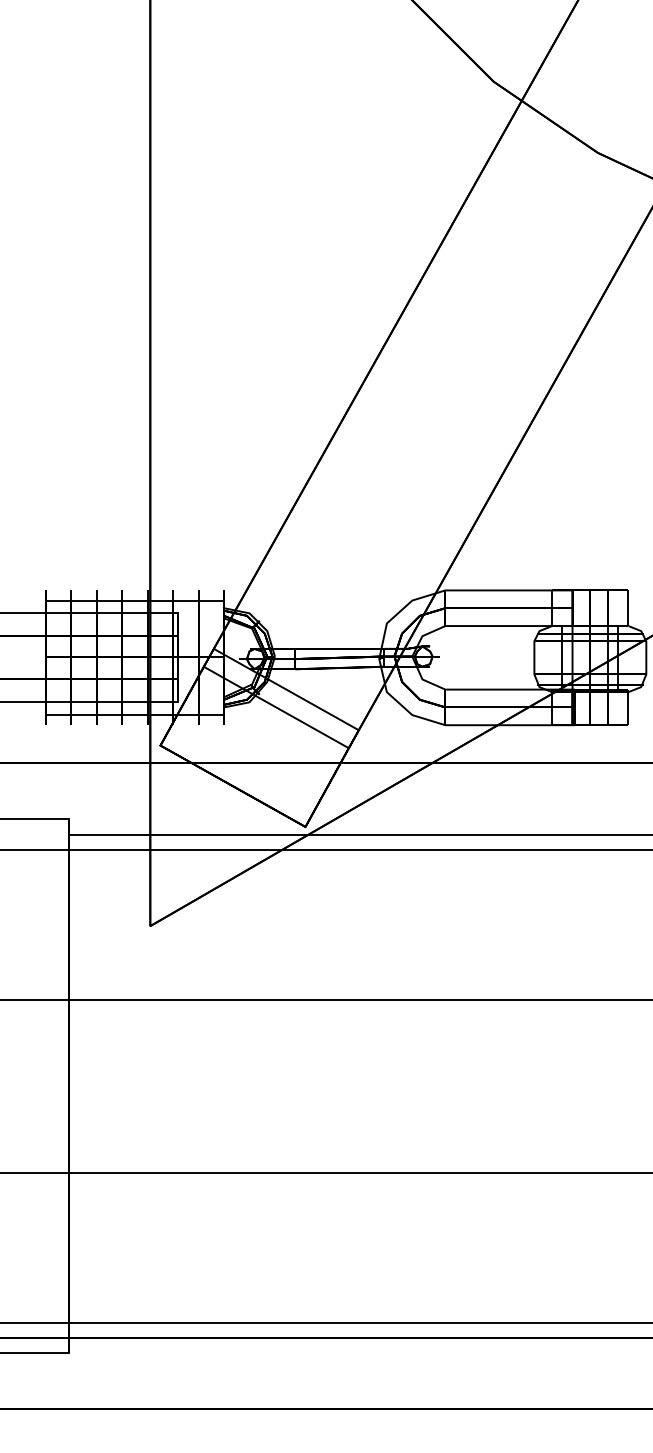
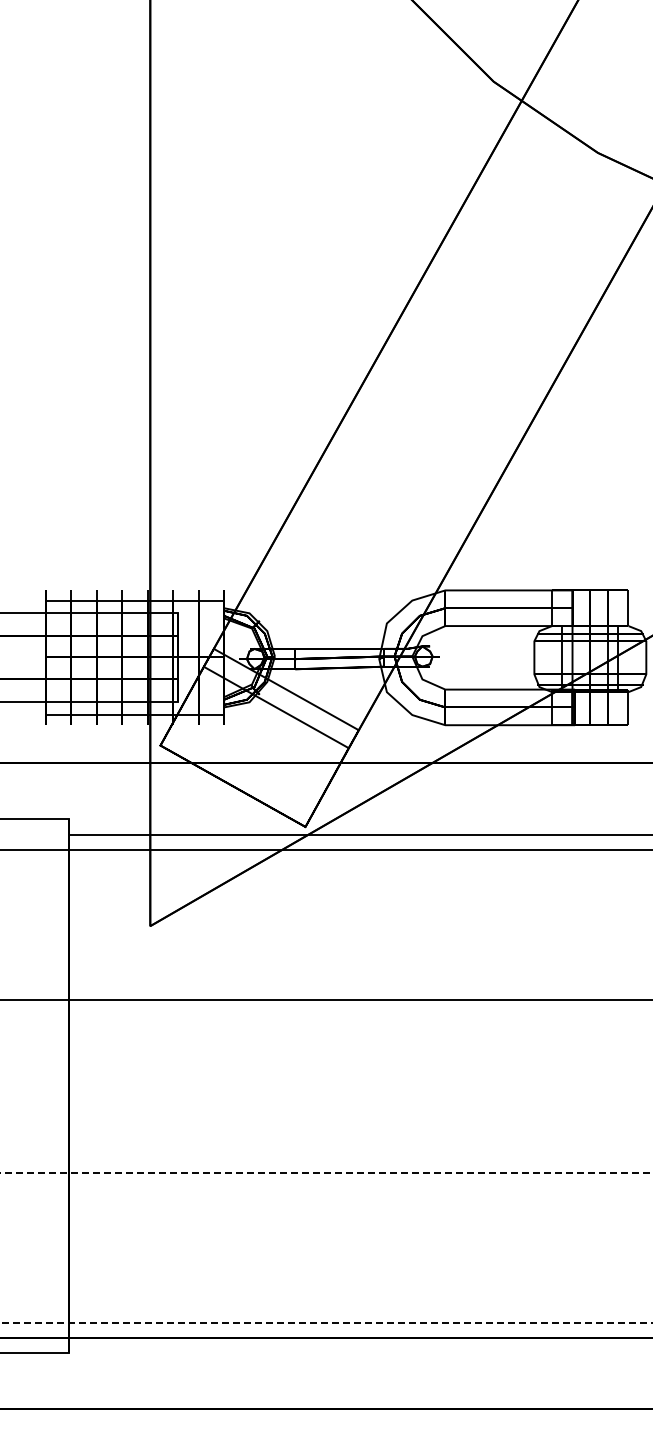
line at (326, 1172): solid -> dashed
line at (326, 1322): solid -> dashed
